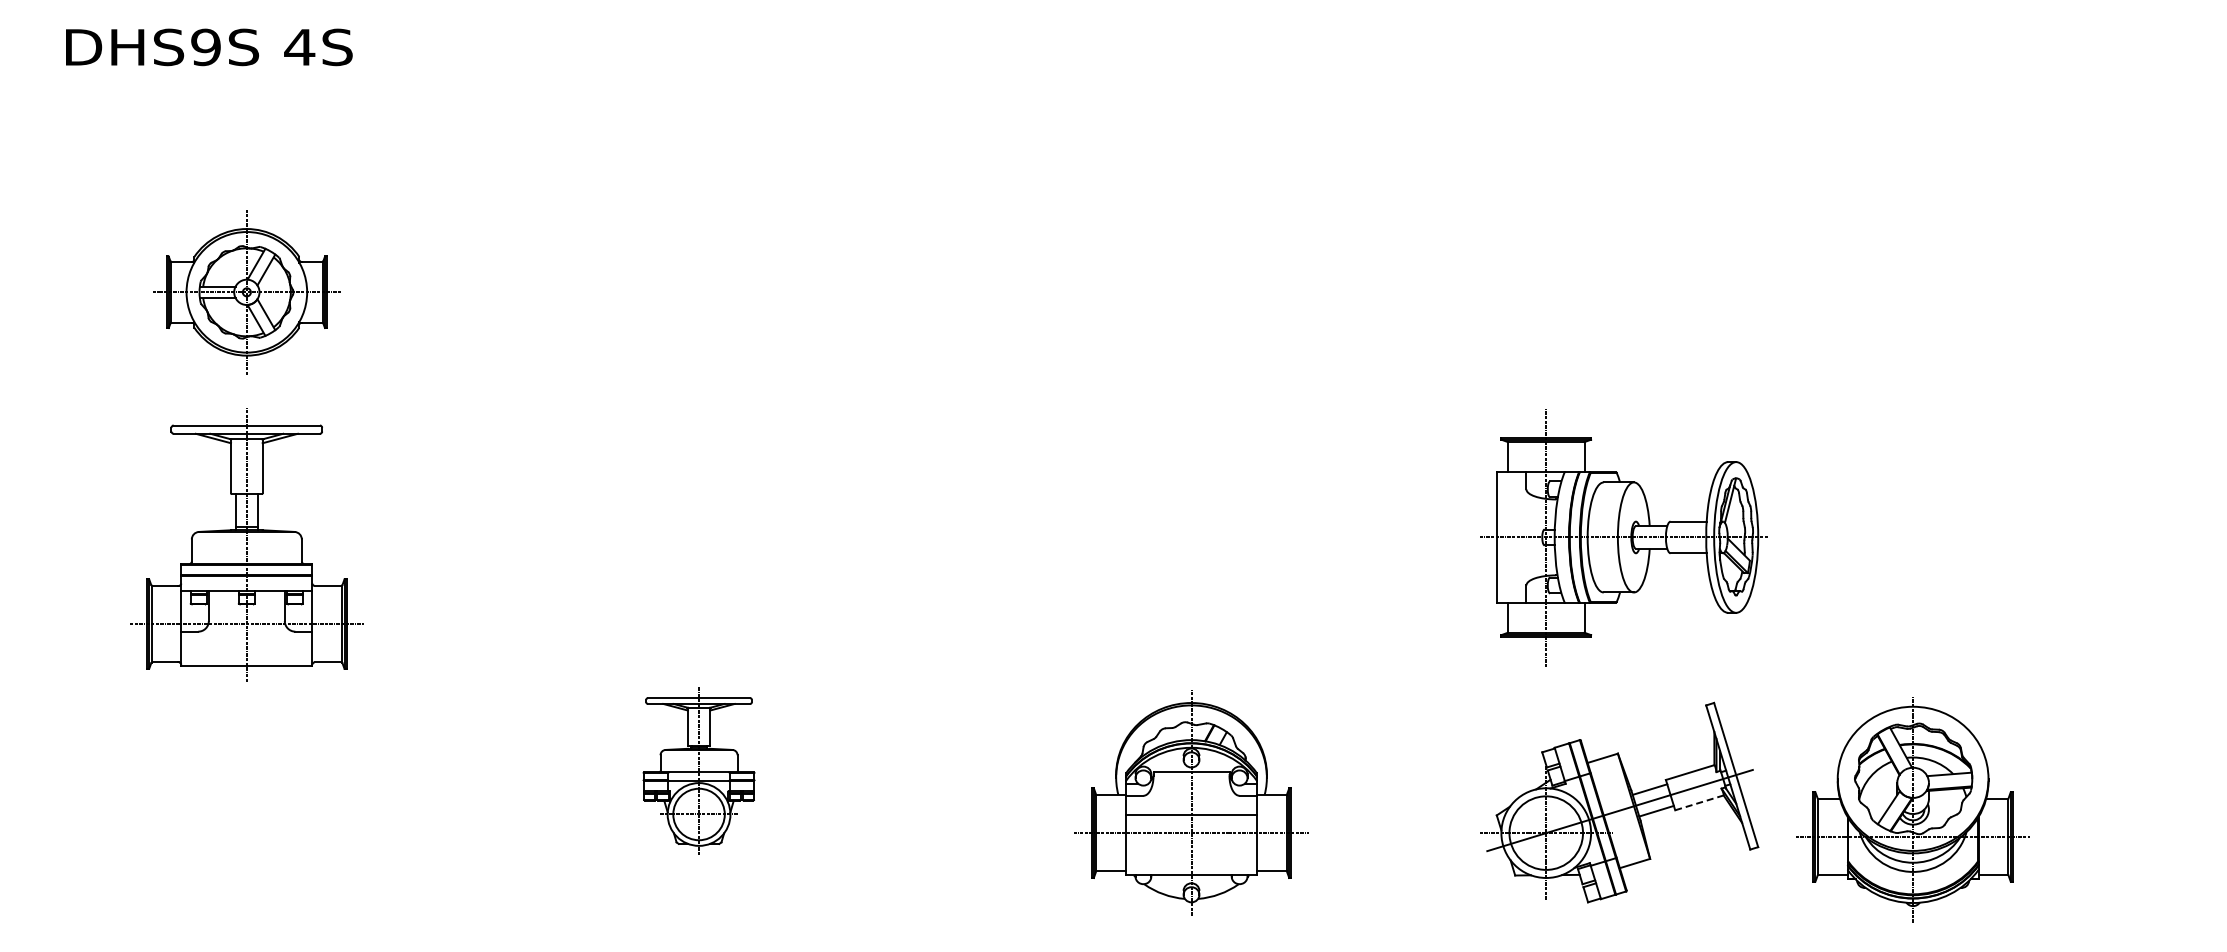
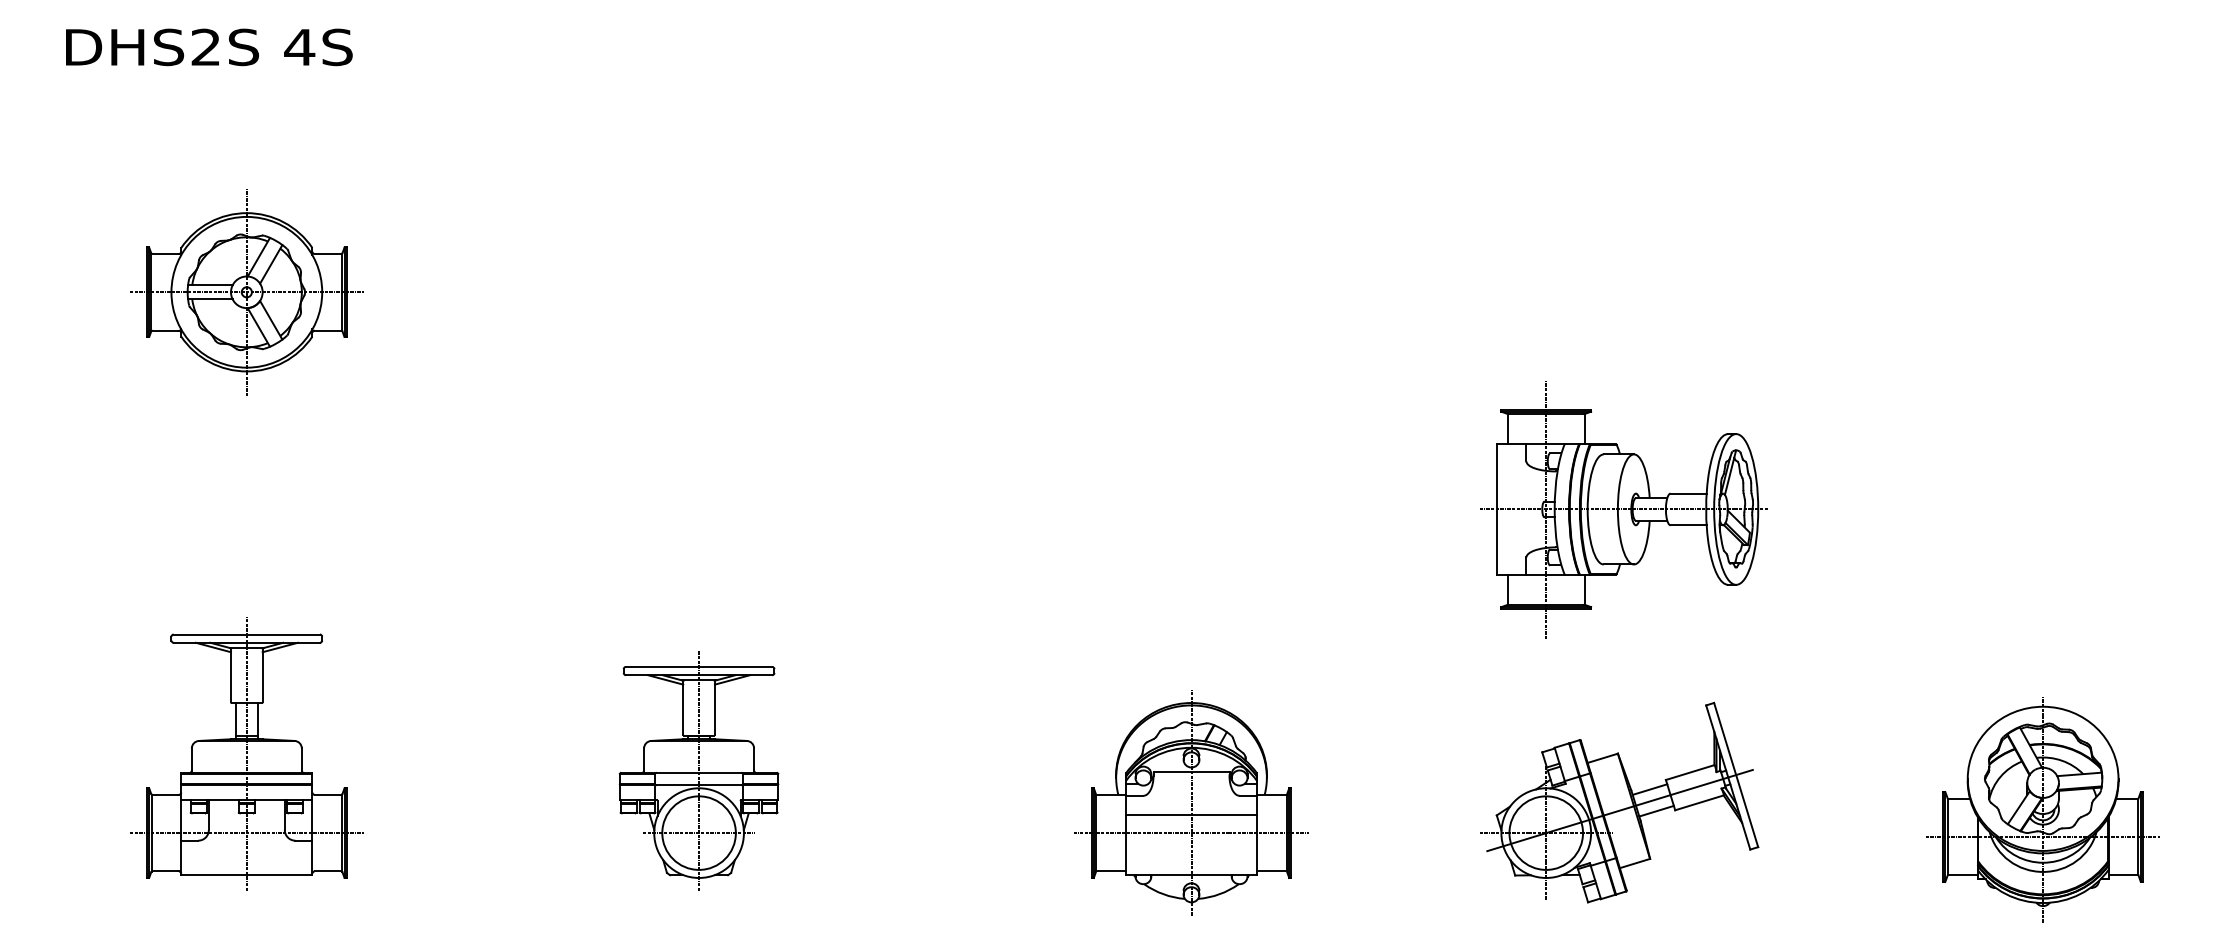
text at (205, 47): DHS9S -> DHS2S
part at (246, 292) size: 188x165 px -> 234x207 px
part at (1623, 537) position: (1623, 537) -> (1623, 509)
part at (246, 544) position: (246, 544) -> (246, 753)
part at (698, 770) size: 114x168 px -> 162x240 px
line at (1699, 802): dashed -> solid
part at (1912, 809) position: (1912, 809) -> (2042, 809)
